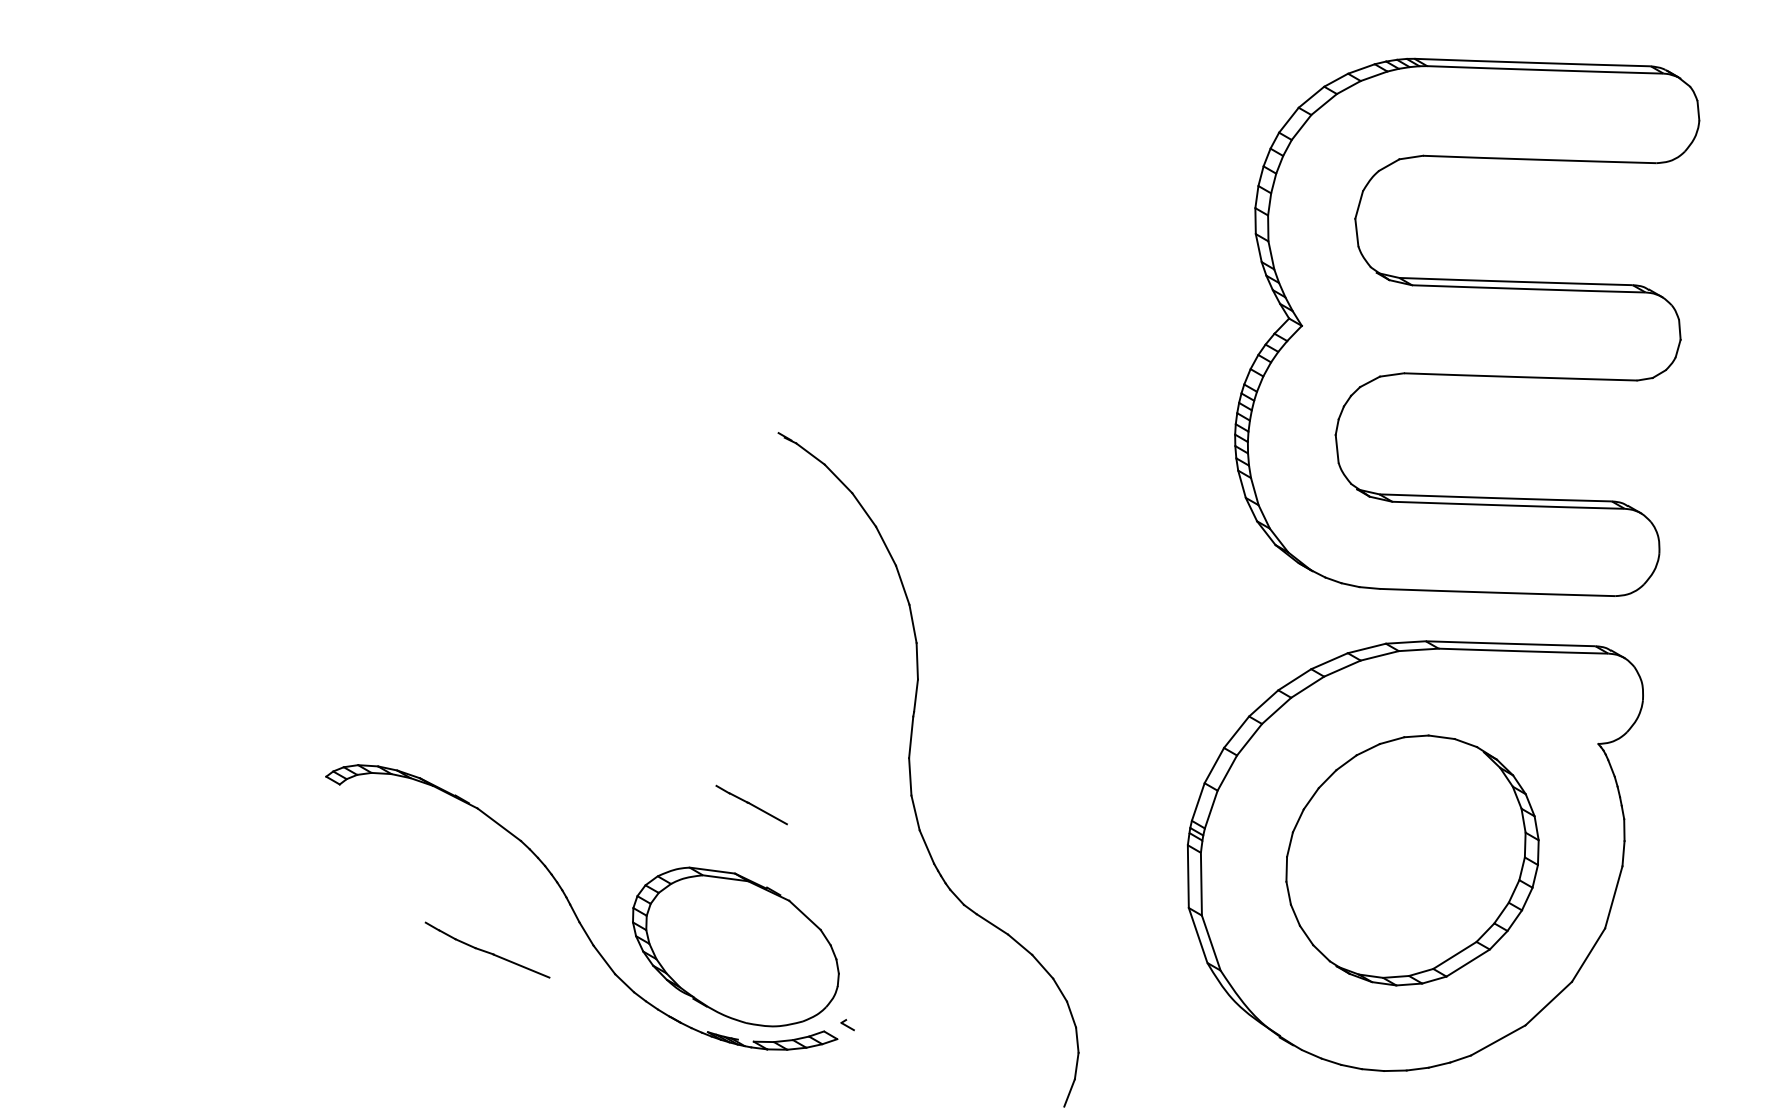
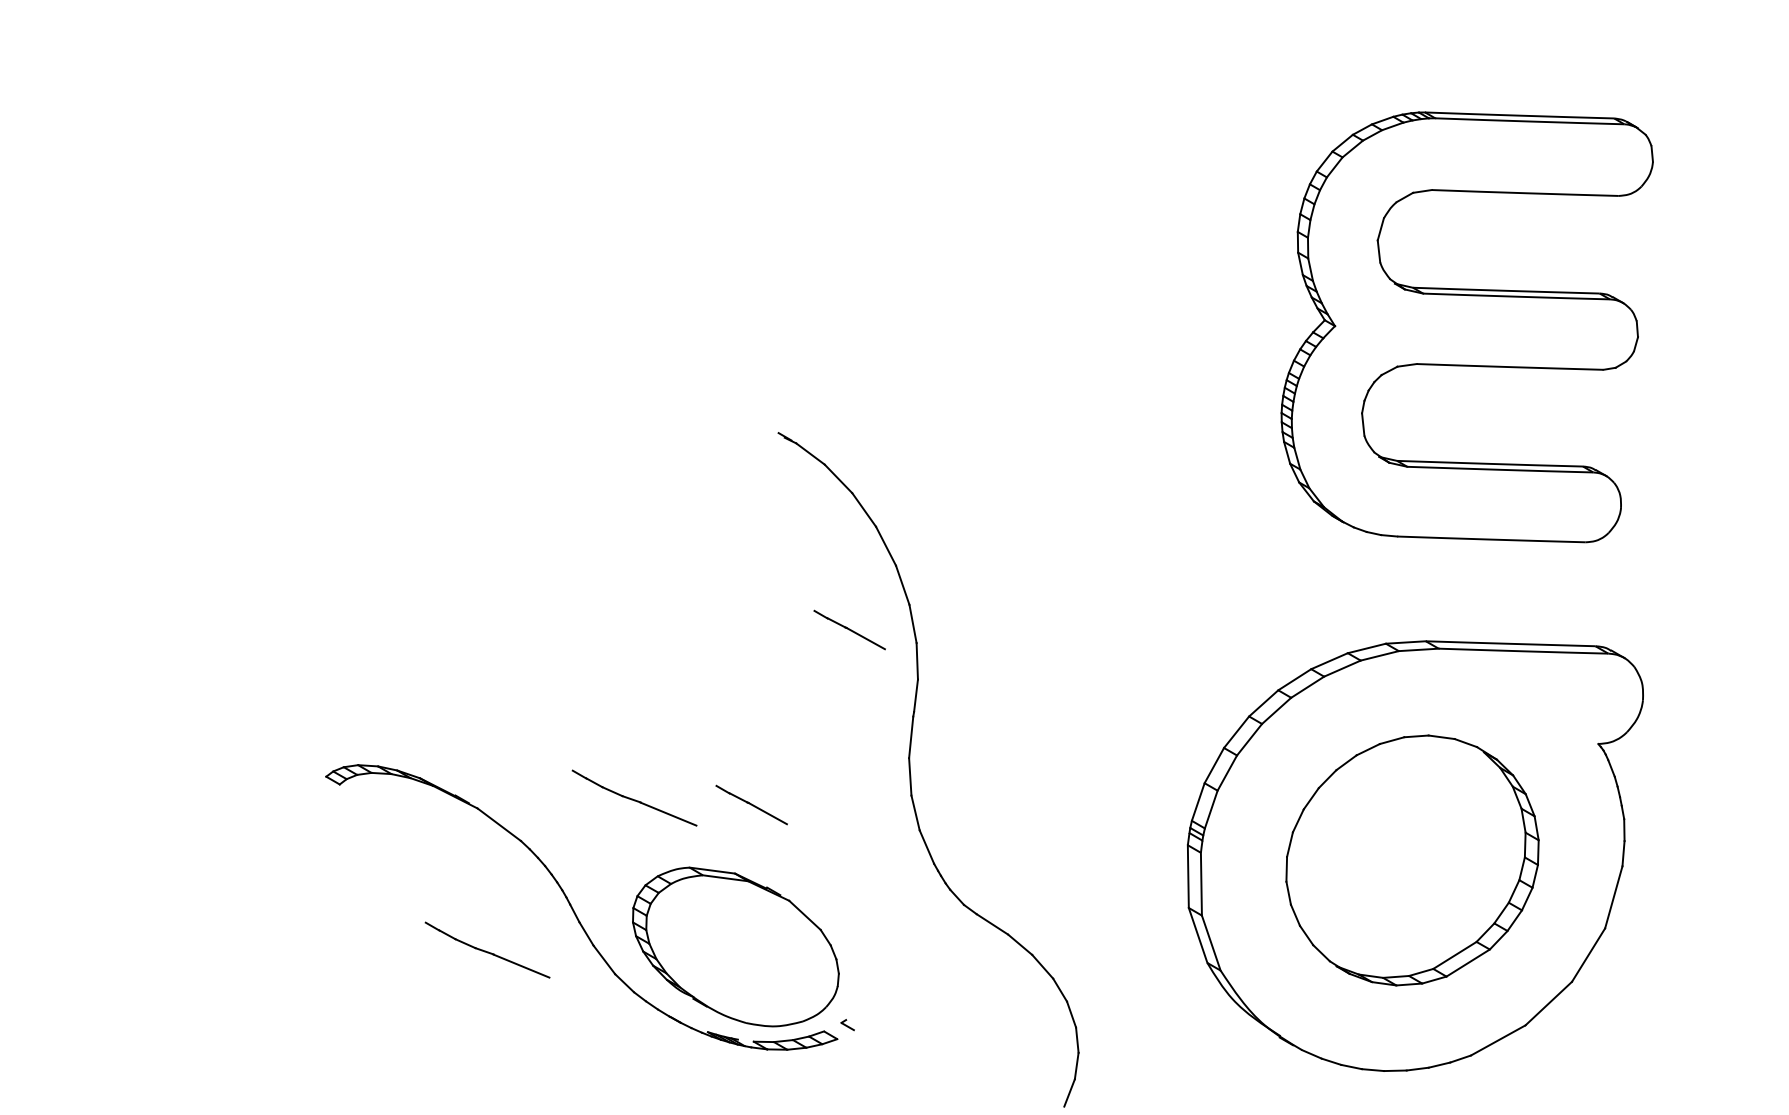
part at (1467, 326) size: 467x540 px -> 374x433 px
line at (849, 629): none -> present
part at (634, 797): none -> present
